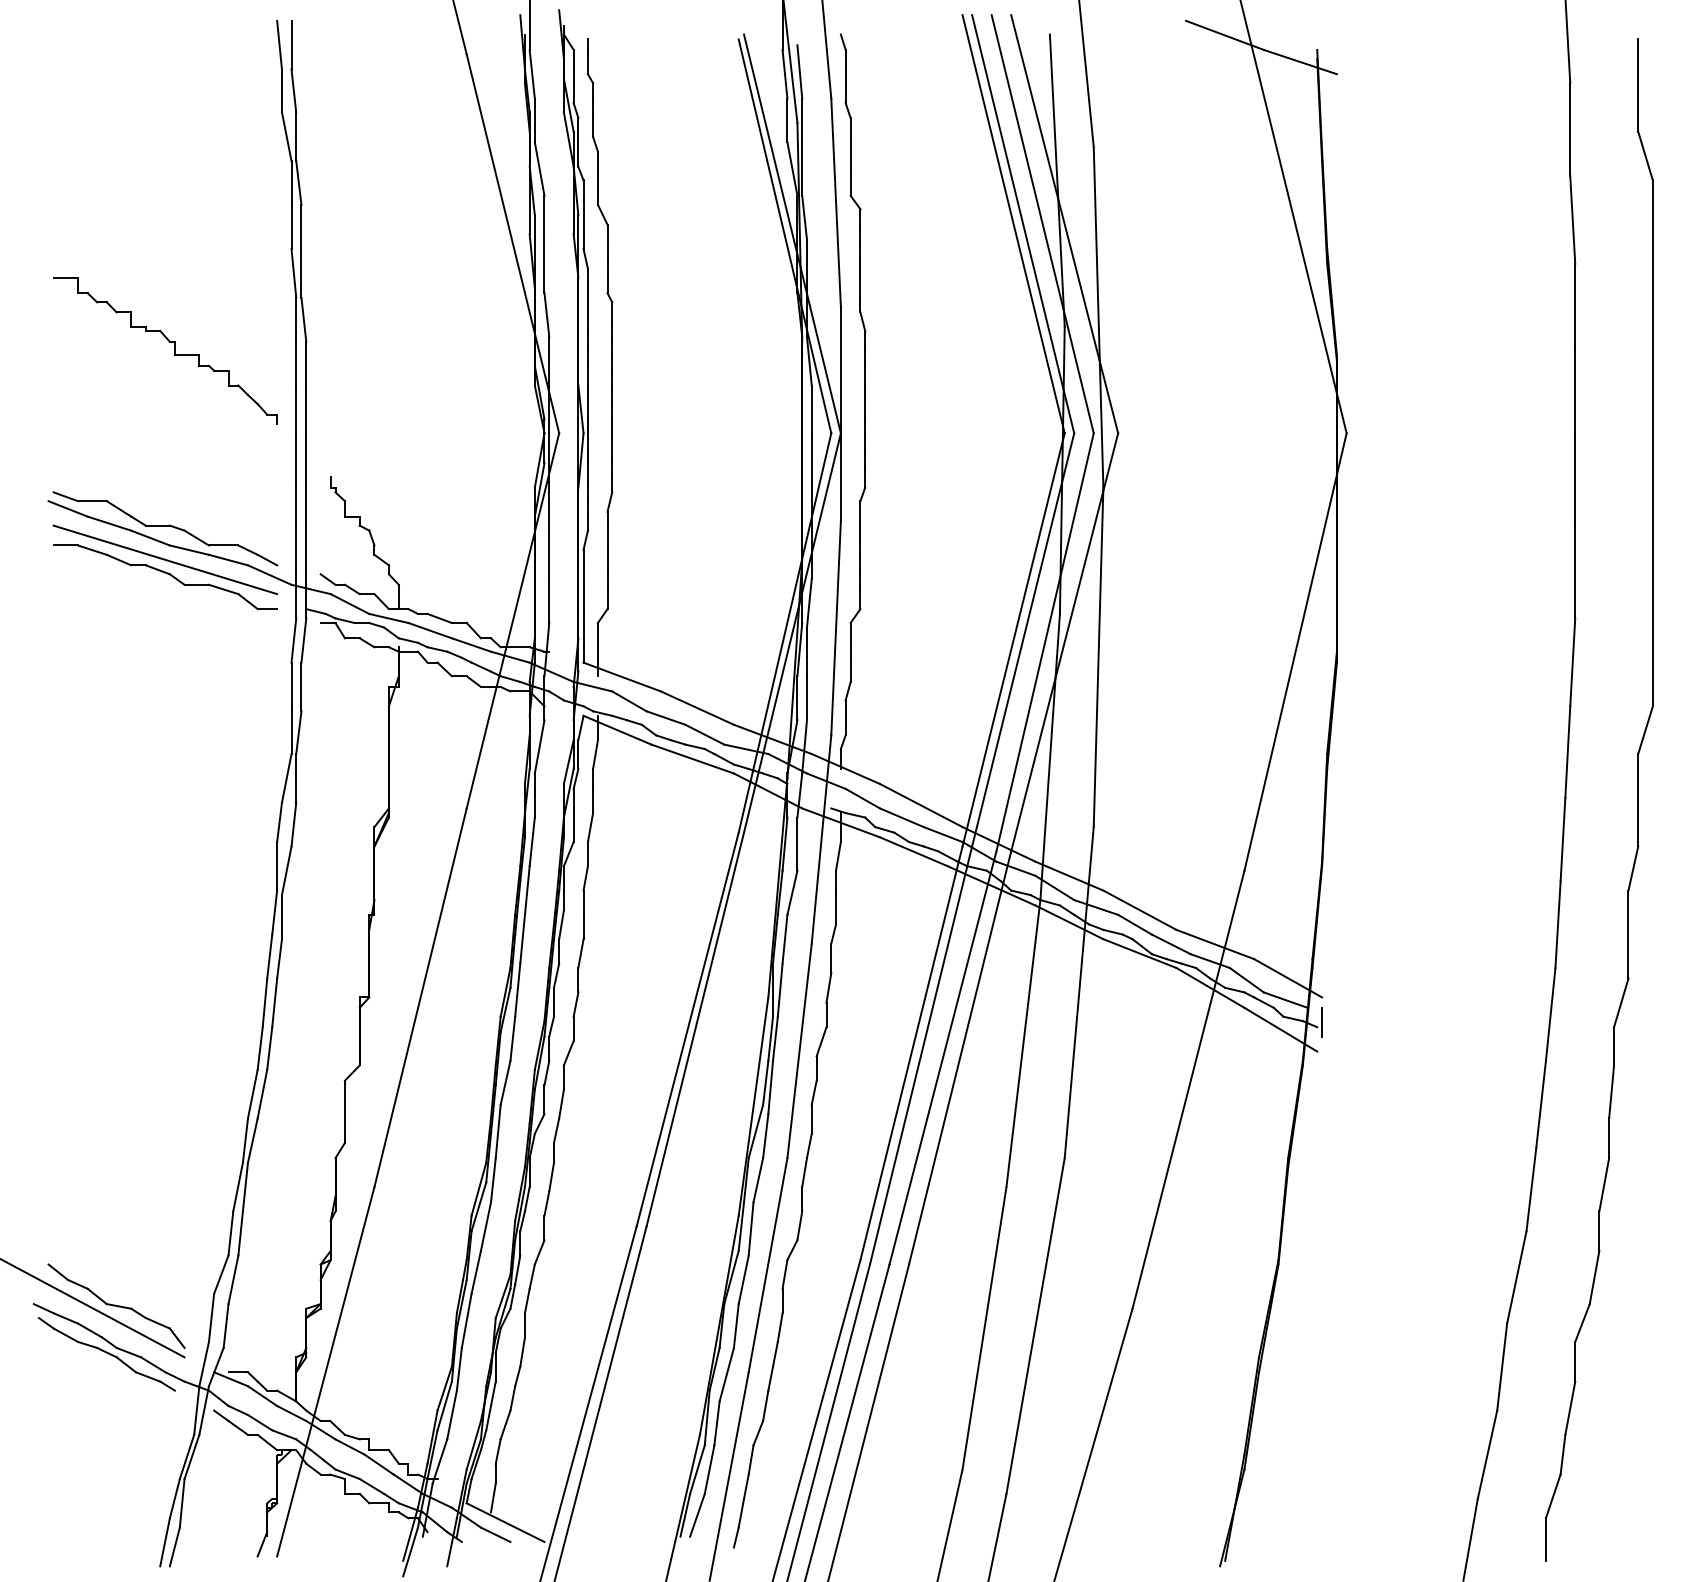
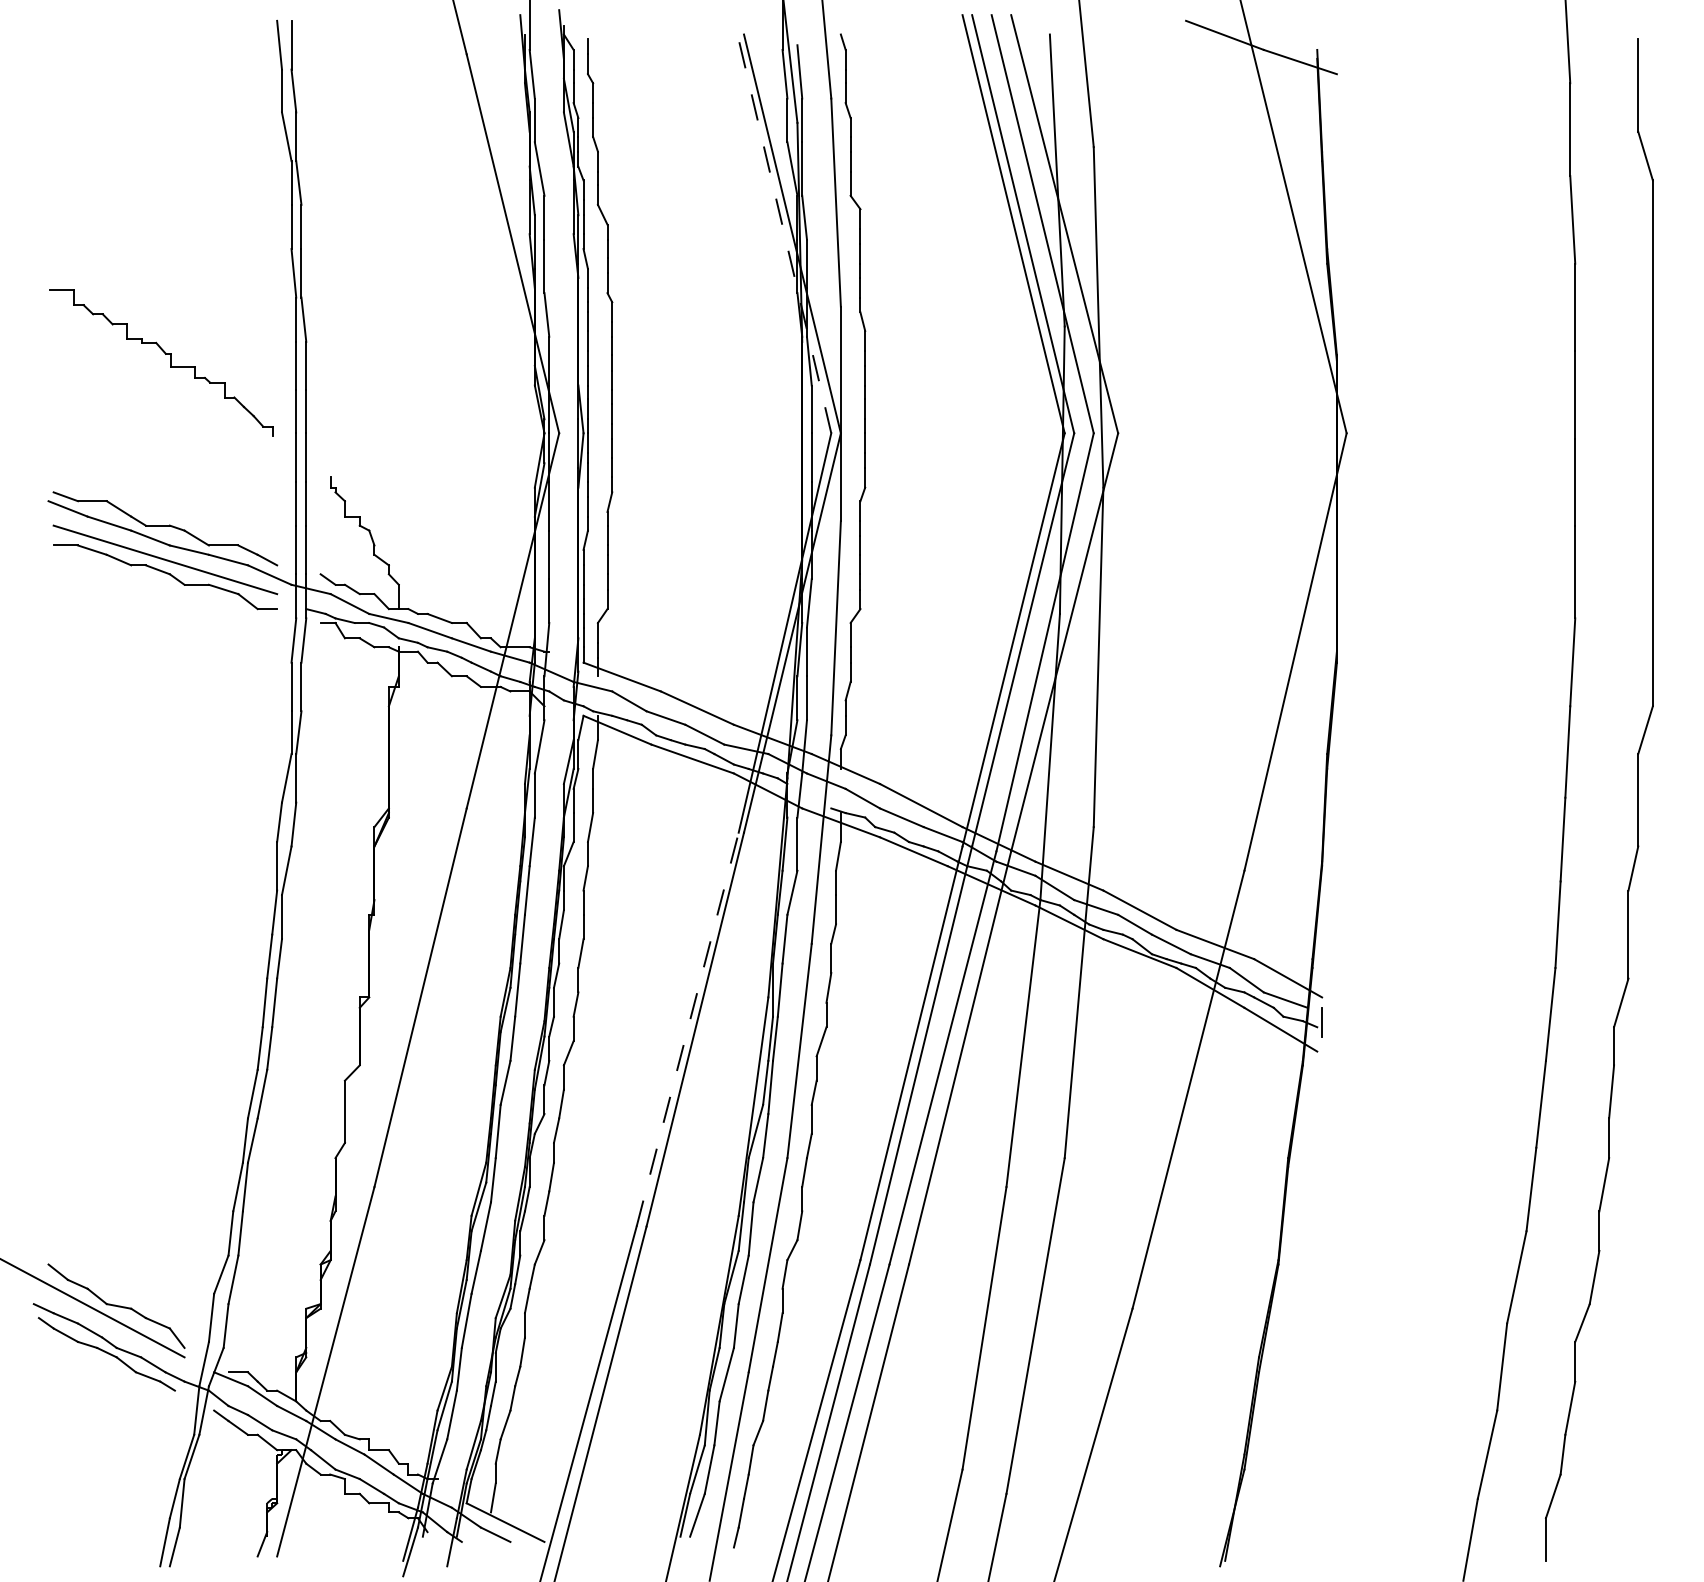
line at (784, 235): solid -> dashed
part at (169, 342) position: (169, 342) -> (165, 354)
line at (687, 1029): solid -> dashed
